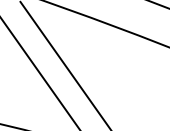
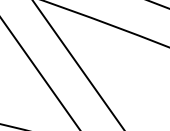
line at (65, 64) position: (65, 64) -> (78, 64)
